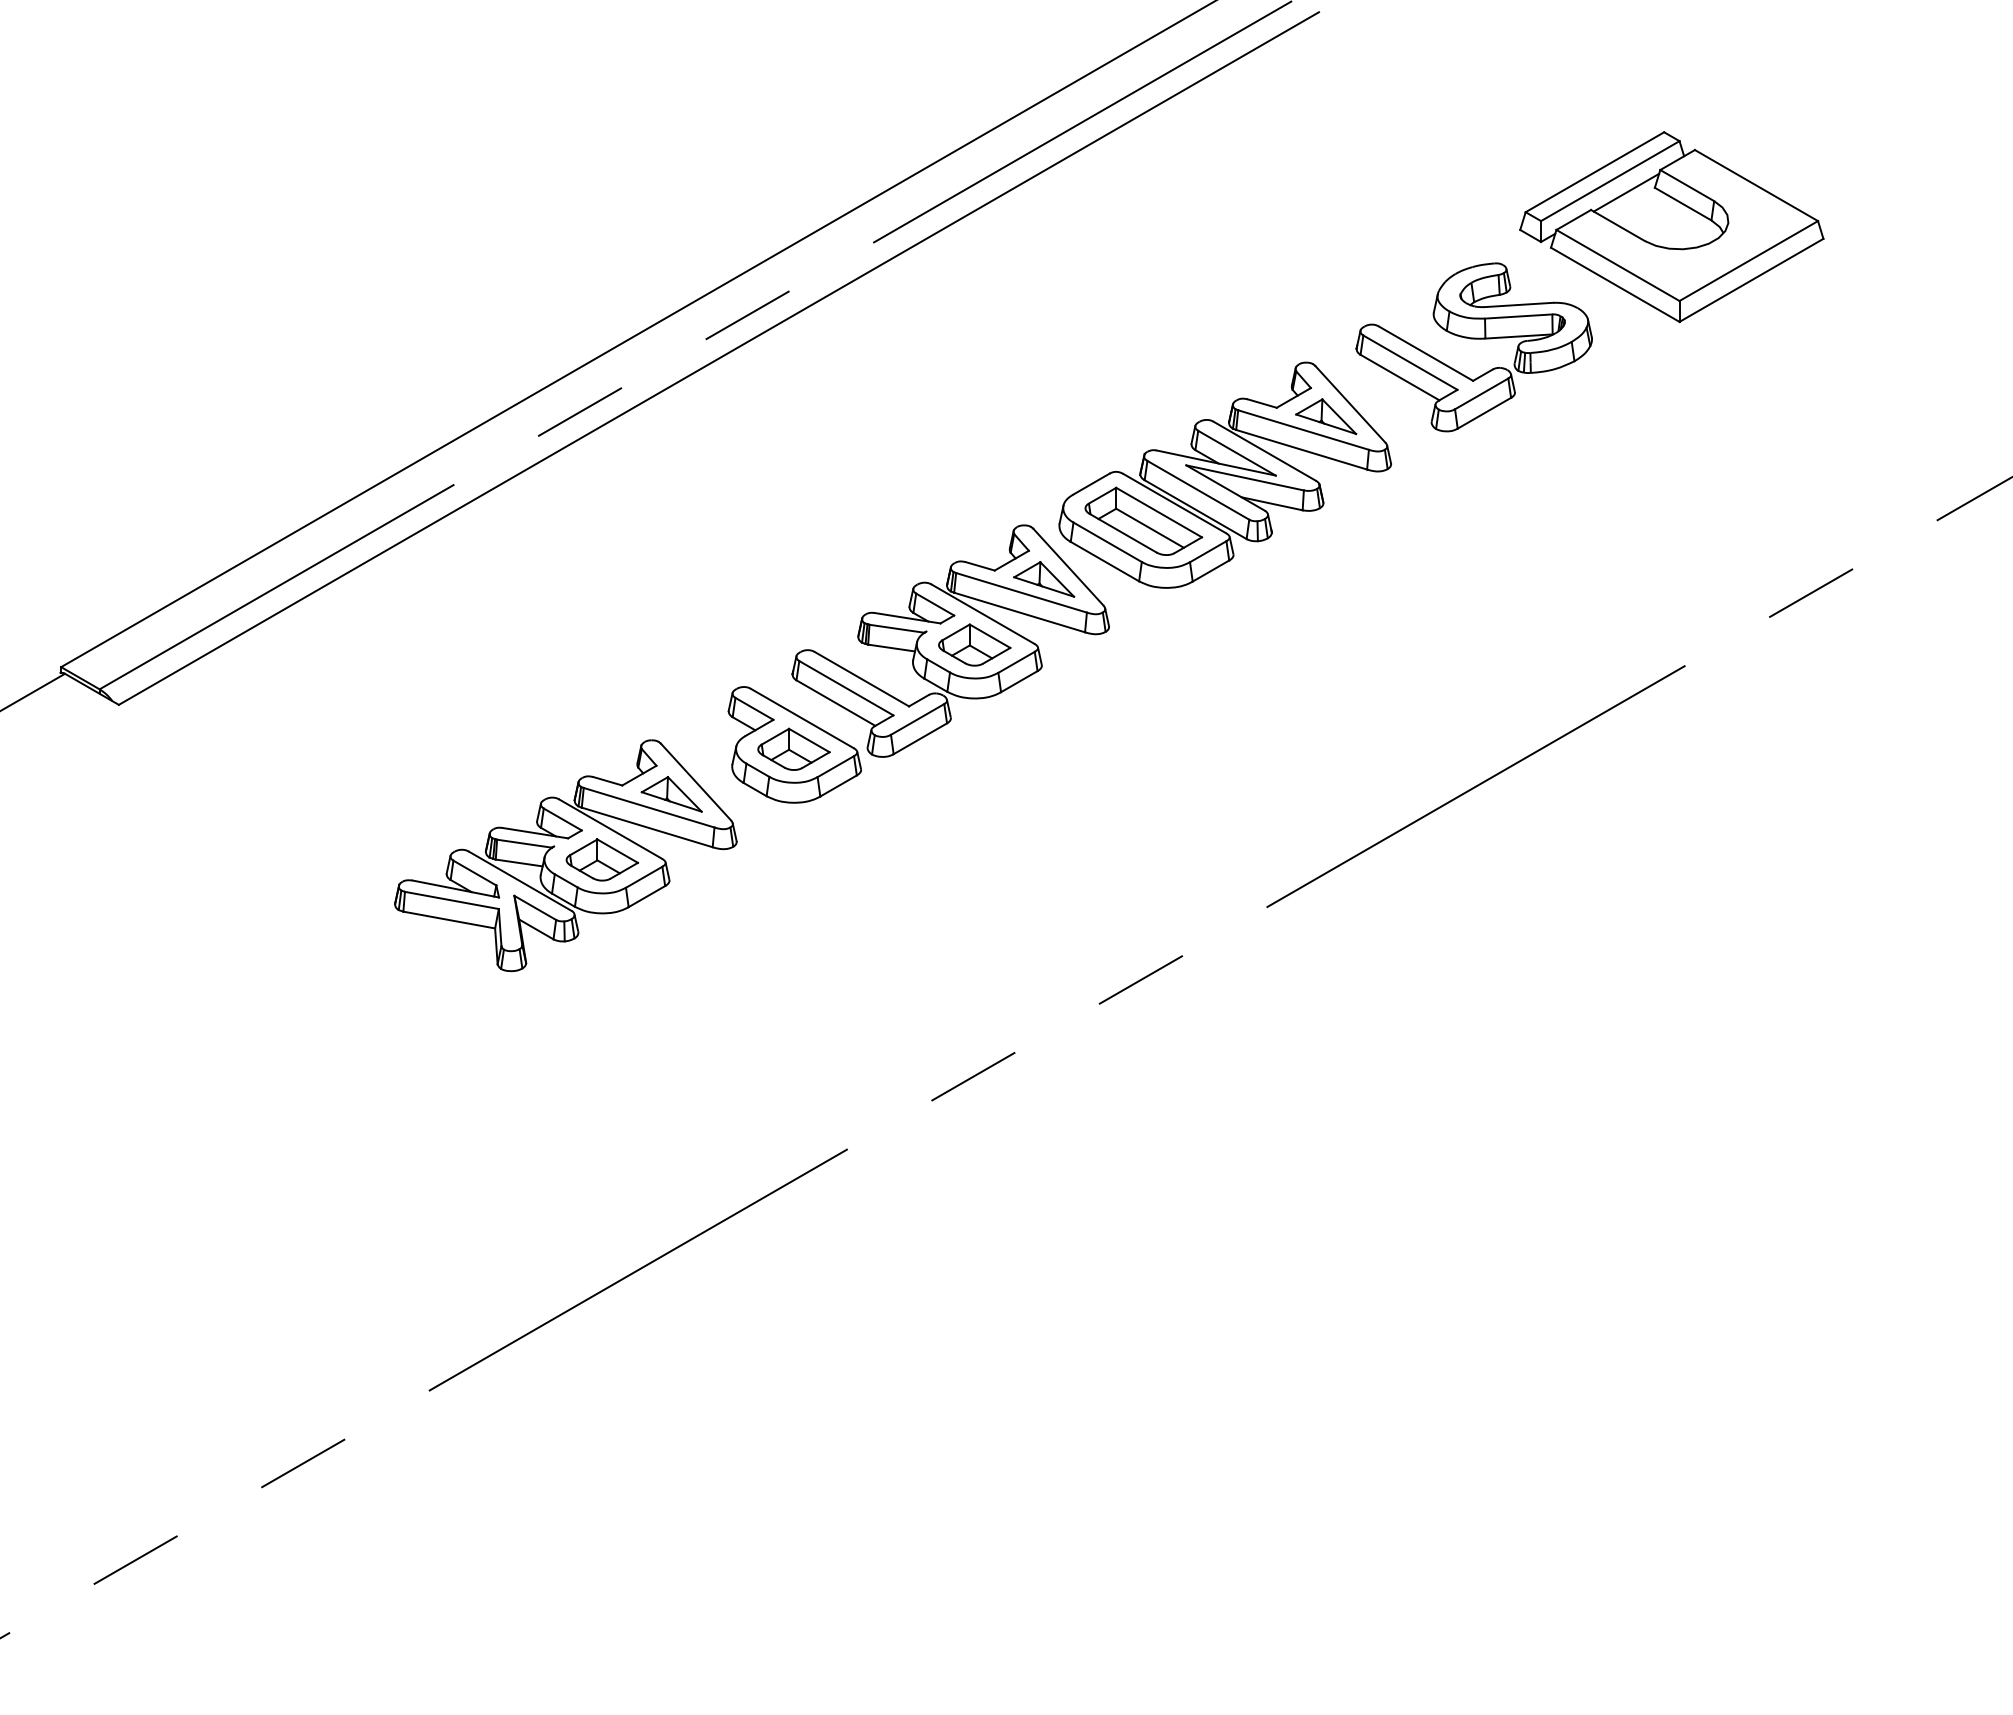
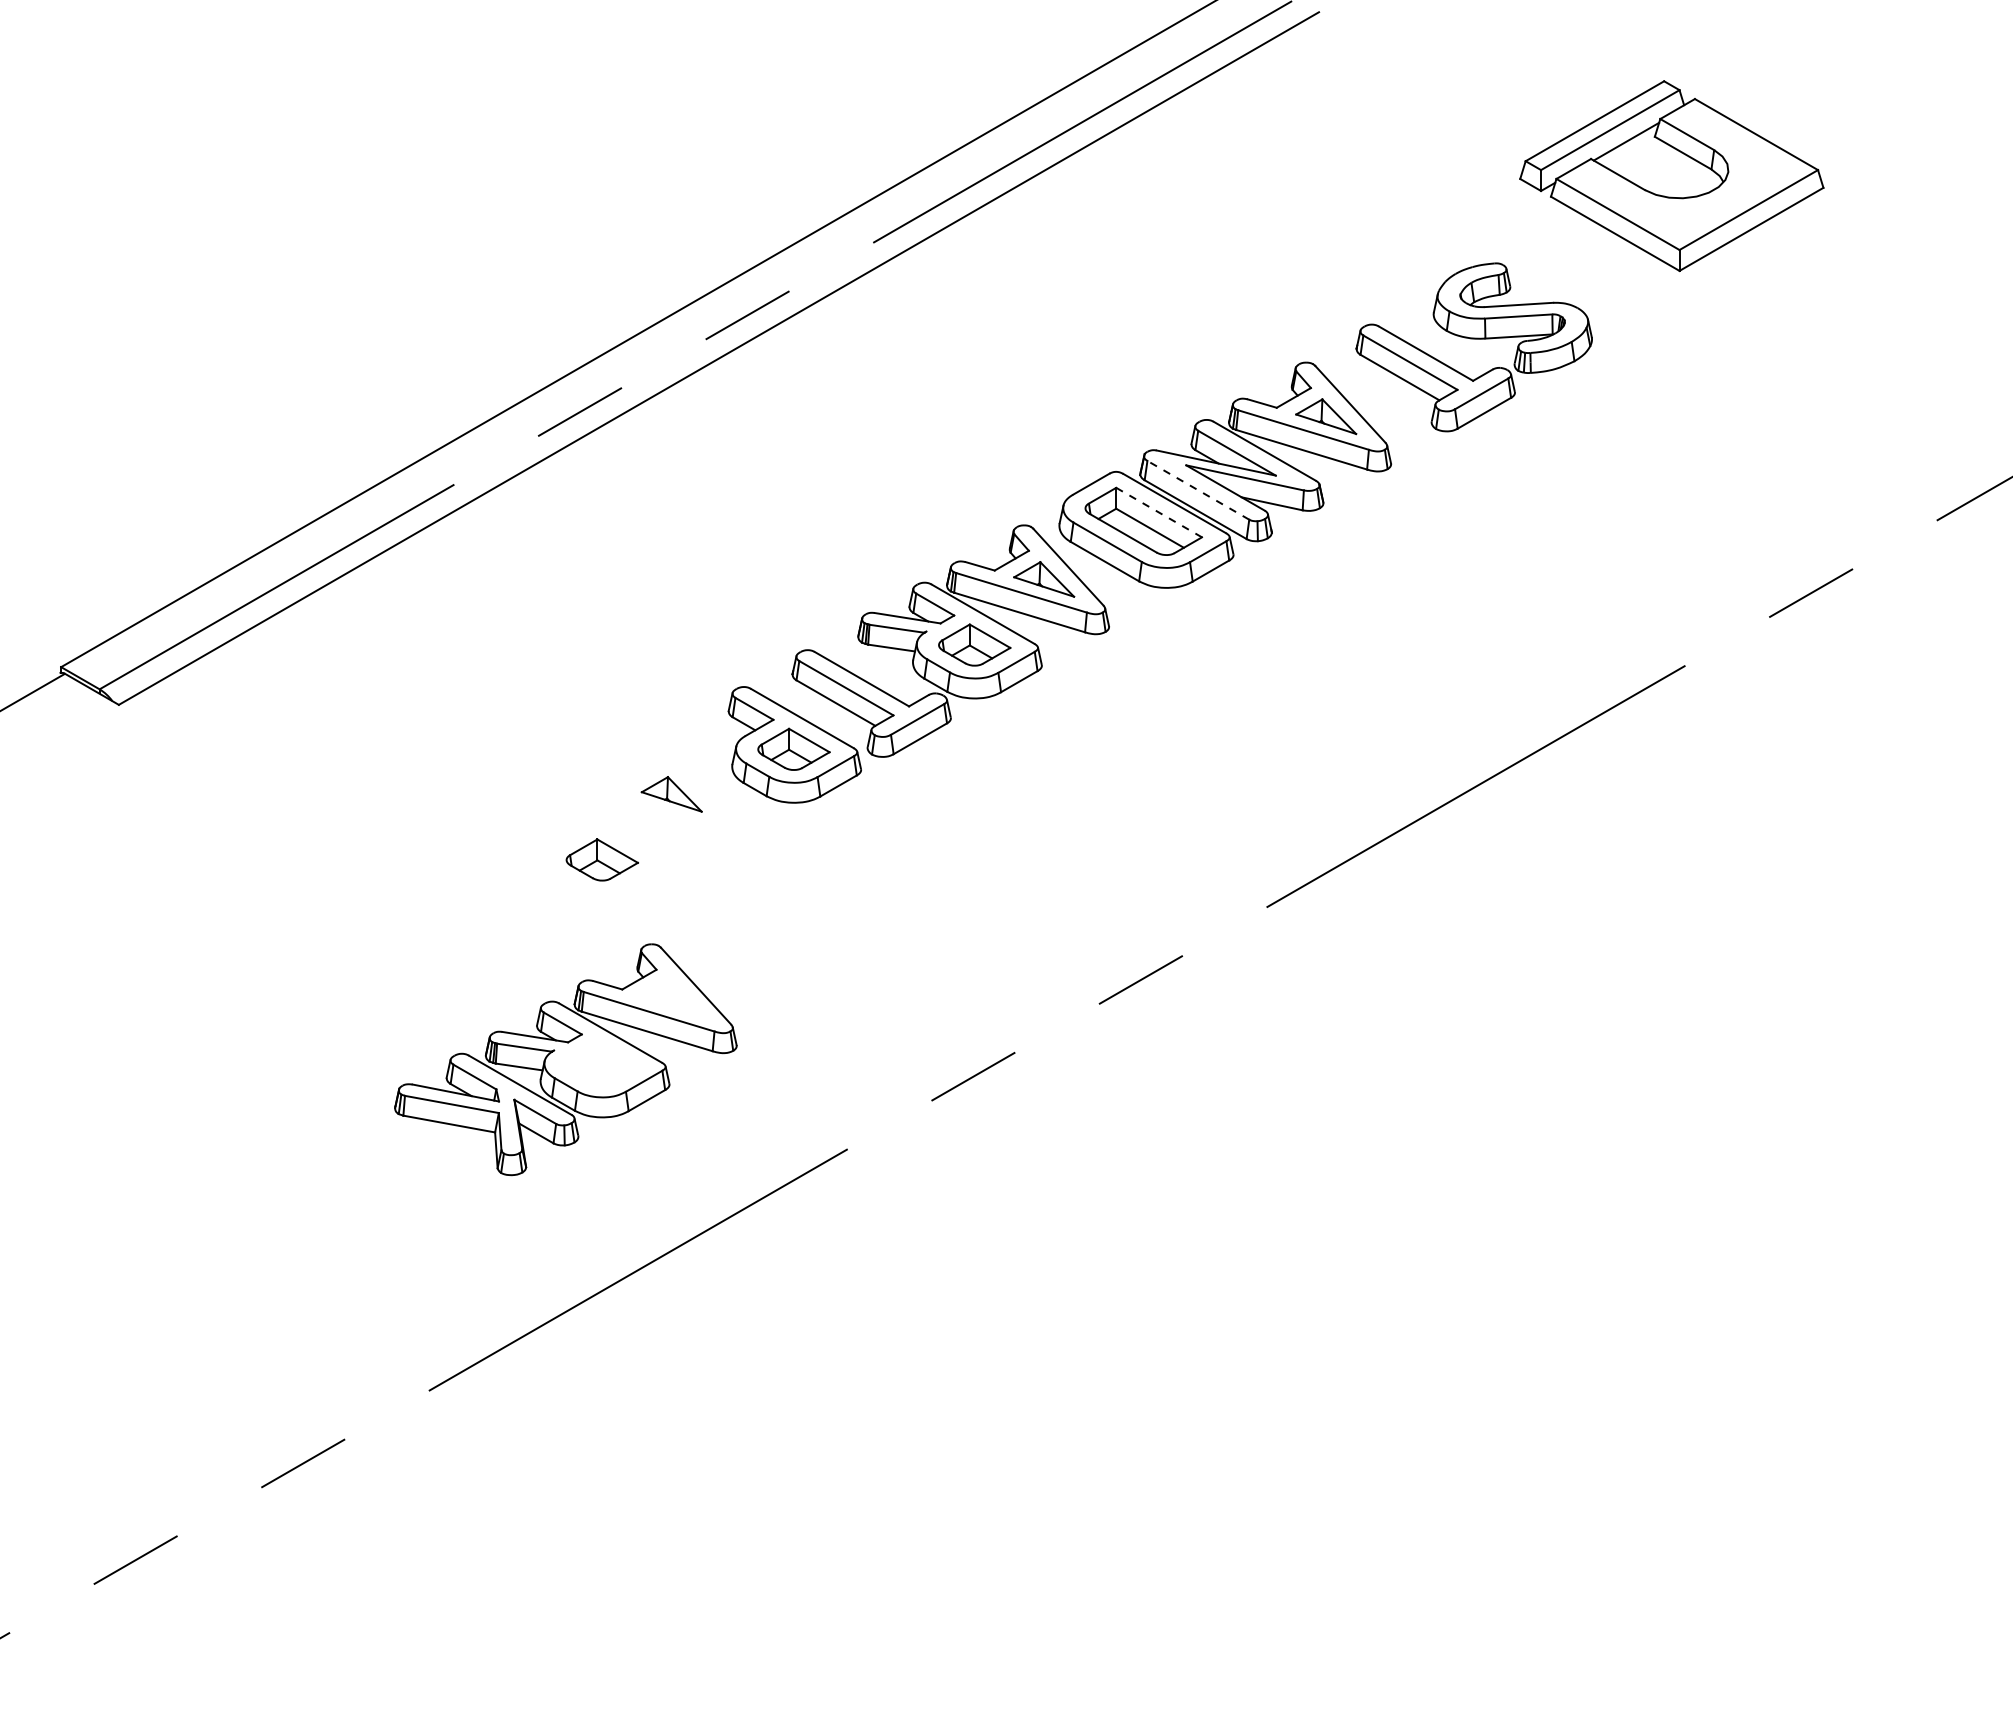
part at (1671, 226) position: (1671, 226) -> (1671, 175)
line at (1198, 490): solid -> dashed
line at (1159, 512): solid -> dashed
part at (565, 855) position: (565, 855) -> (565, 1059)
